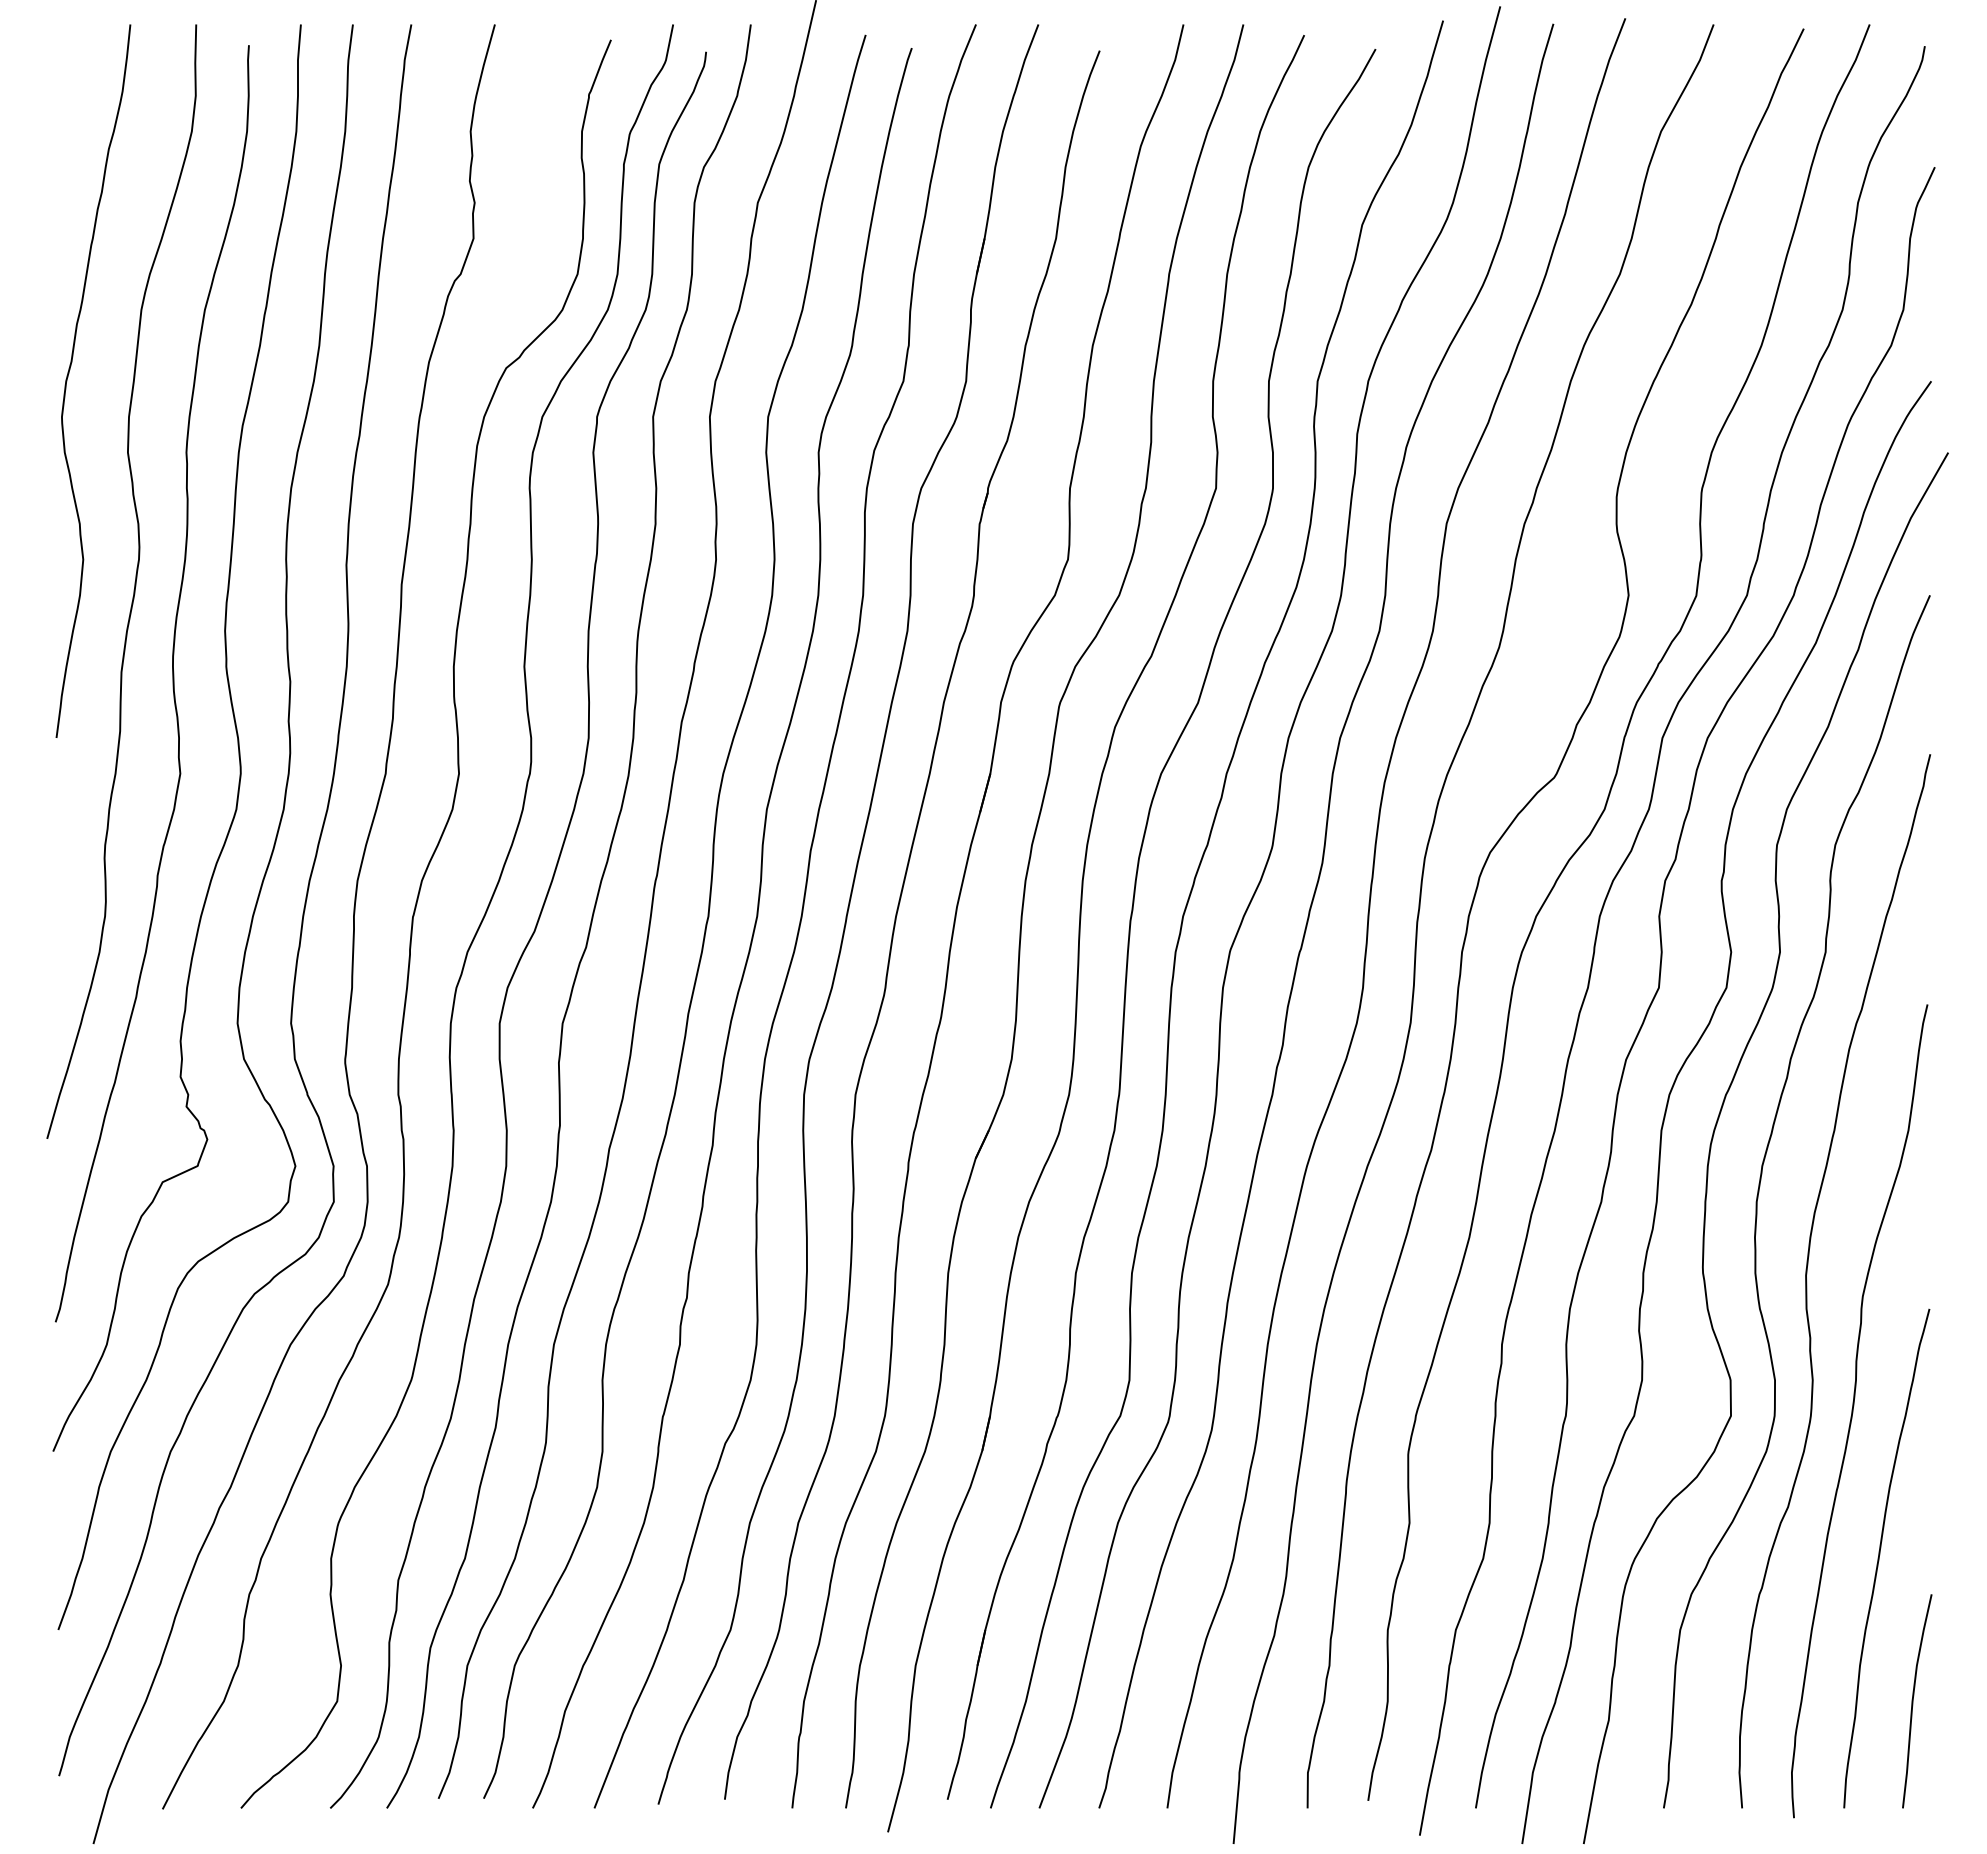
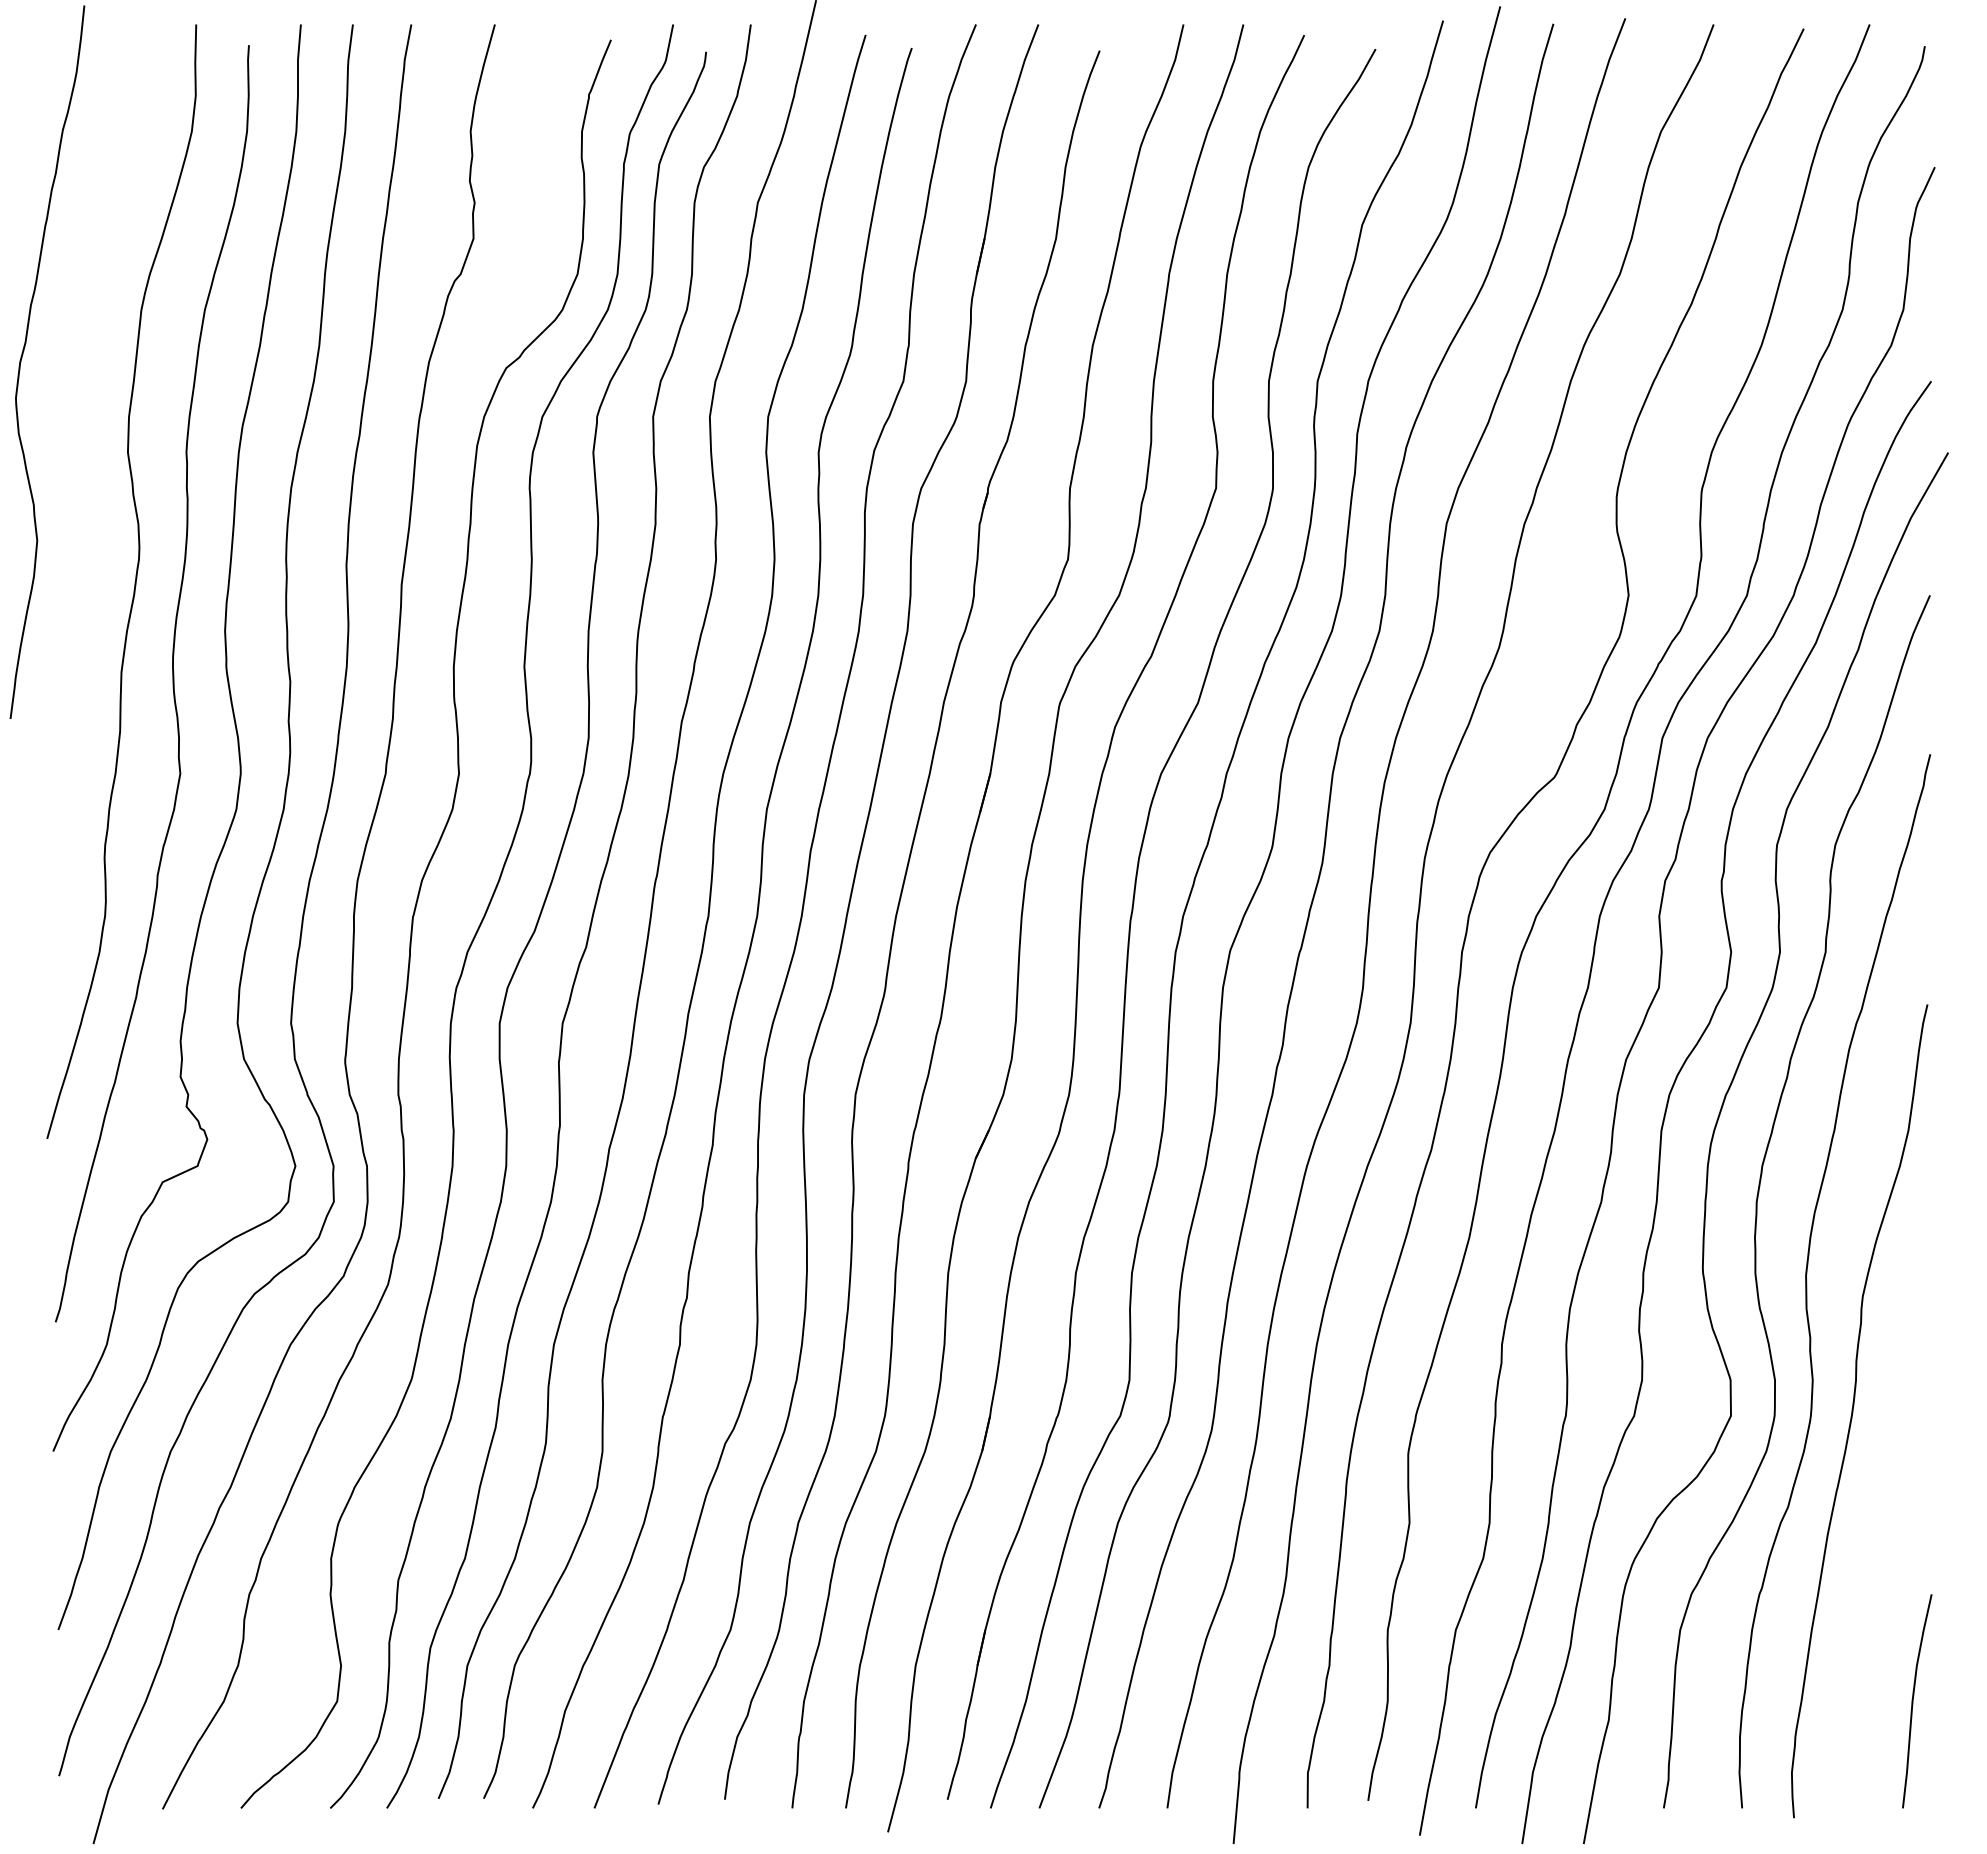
curve at (69, 373) position: (69, 373) -> (23, 354)
curve at (1879, 1558): present -> none
